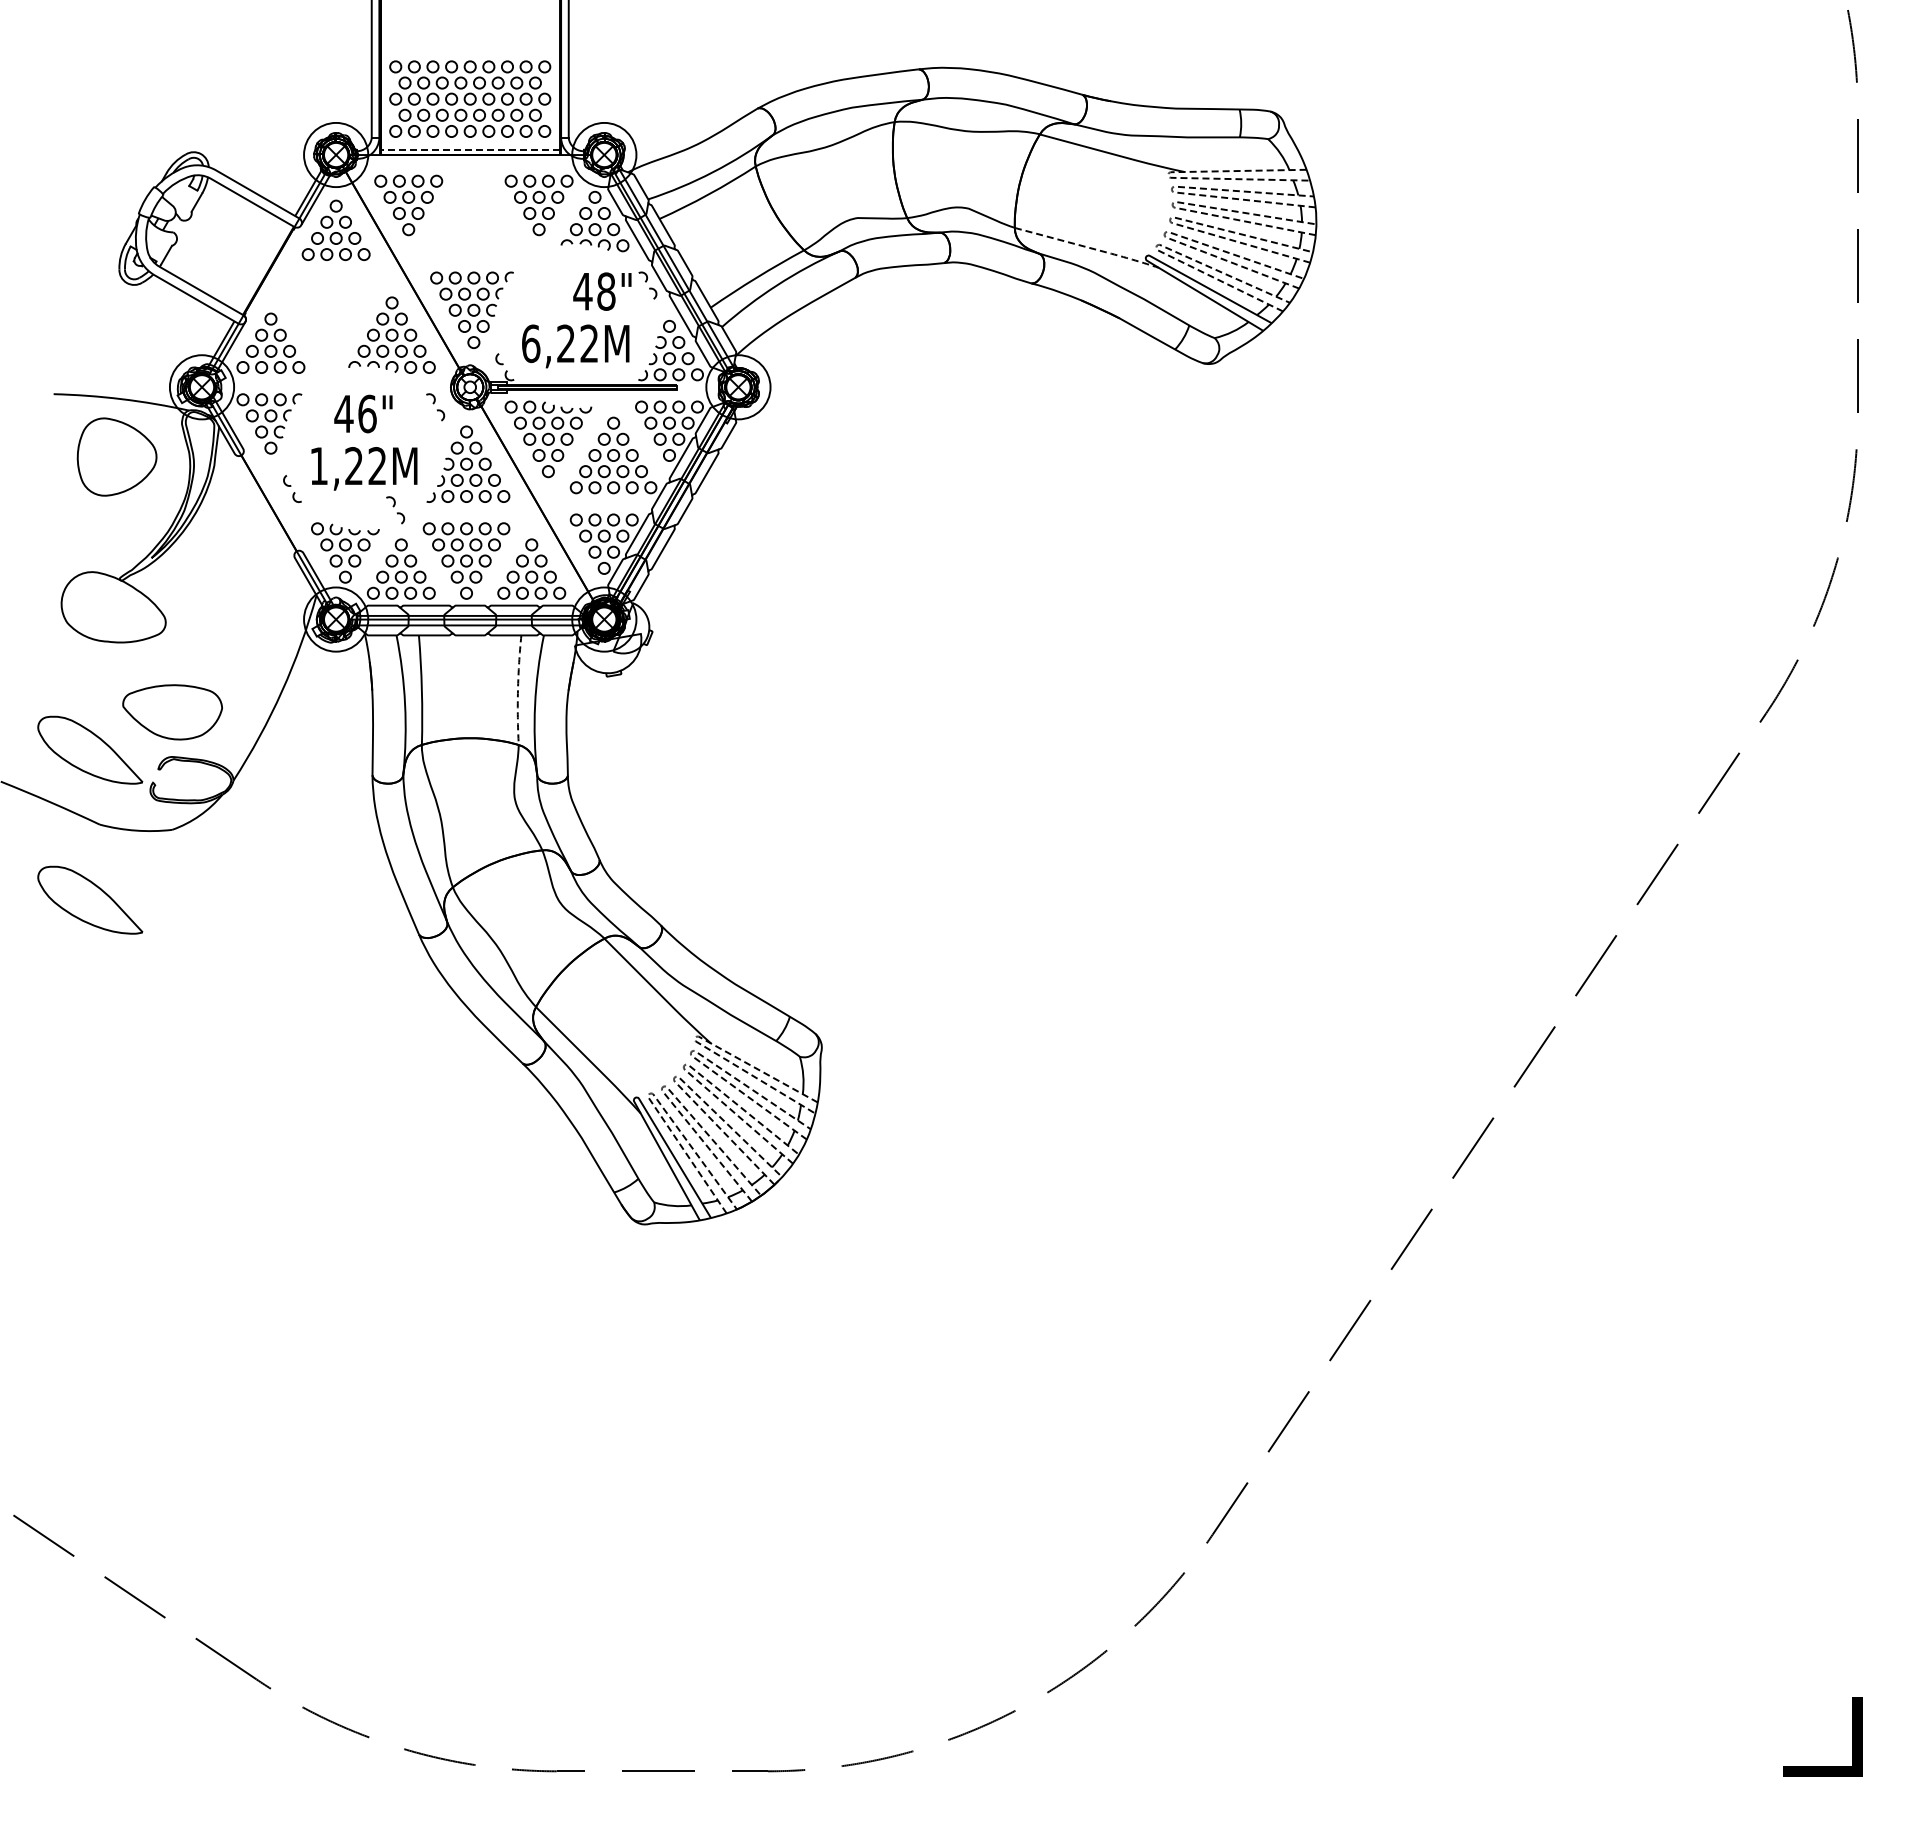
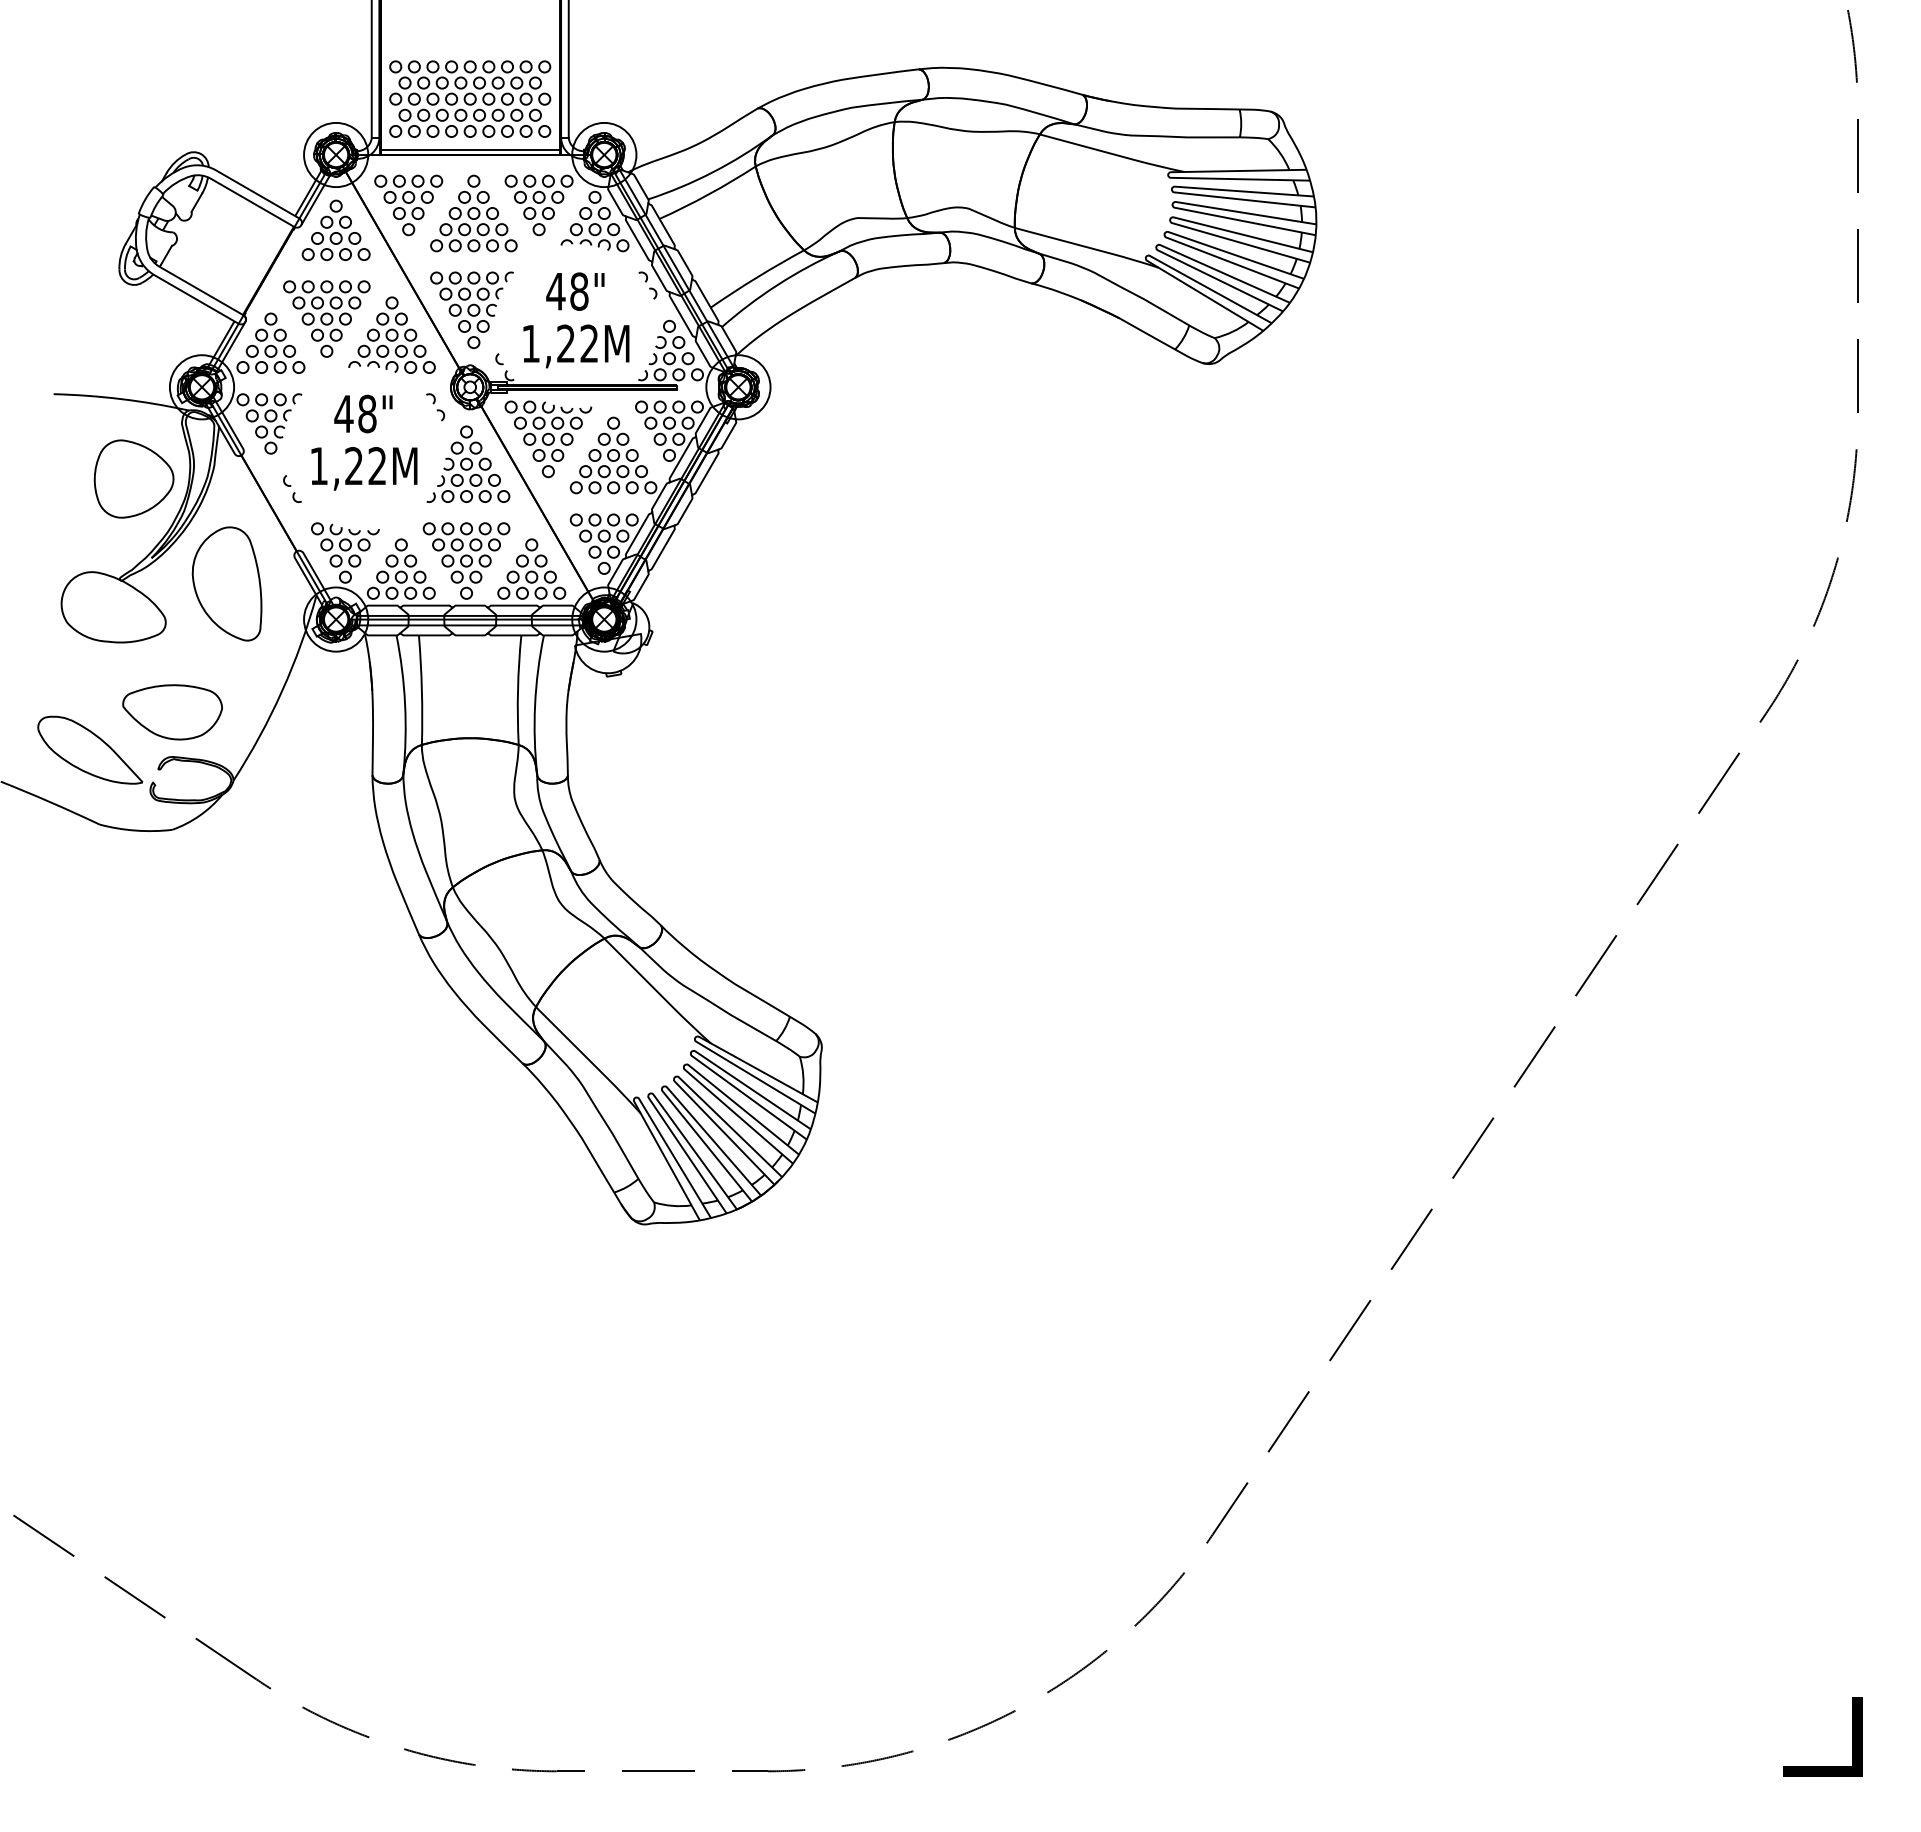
line at (469, 149): dashed -> solid
line at (1168, 175): dashed -> solid
line at (1171, 189): dashed -> solid
line at (1172, 204): dashed -> solid
part at (473, 213): none -> present
line at (1170, 219): dashed -> solid
line at (1164, 233): dashed -> solid
line at (1156, 246): dashed -> solid
line at (1090, 248): dashed -> solid
text at (602, 291) position: (602, 291) -> (575, 291)
part at (326, 318): none -> present
text at (531, 343): 6,22M -> 1,22M
text at (367, 413): 46" -> 48"
part at (116, 456) position: (116, 456) -> (133, 478)
part at (395, 510): present -> none
part at (226, 583): none -> present
line at (517, 690): dashed -> solid
part at (90, 899): present -> none
line at (694, 1038): dashed -> solid
line at (691, 1052): dashed -> solid
line at (684, 1065): dashed -> solid
line at (674, 1077): dashed -> solid
line at (662, 1087): dashed -> solid
line at (649, 1093): dashed -> solid
